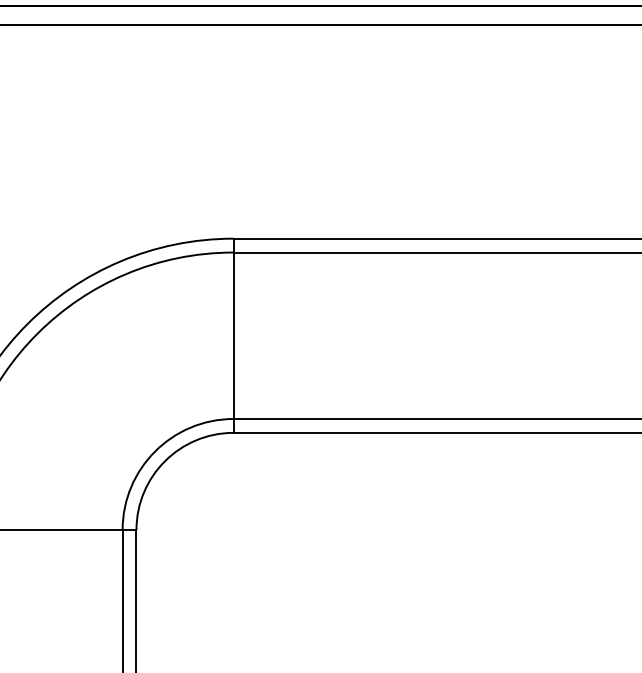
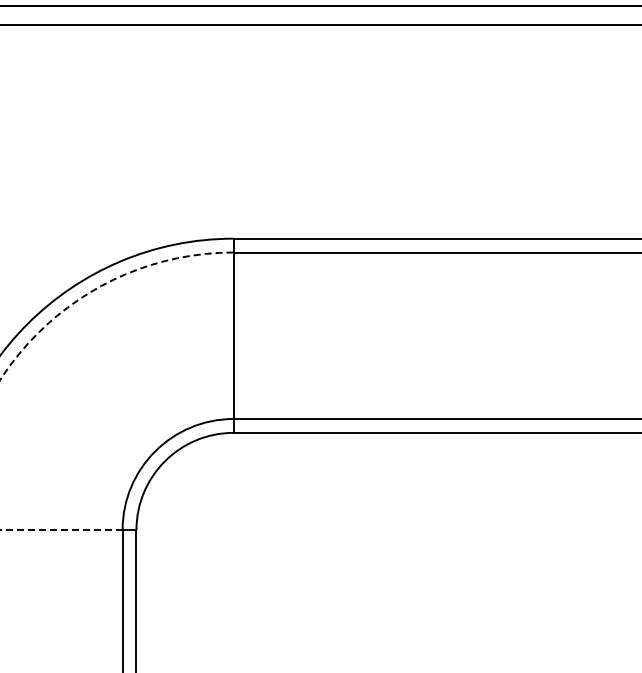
arc at (99, 286): solid -> dashed
line at (60, 529): solid -> dashed
